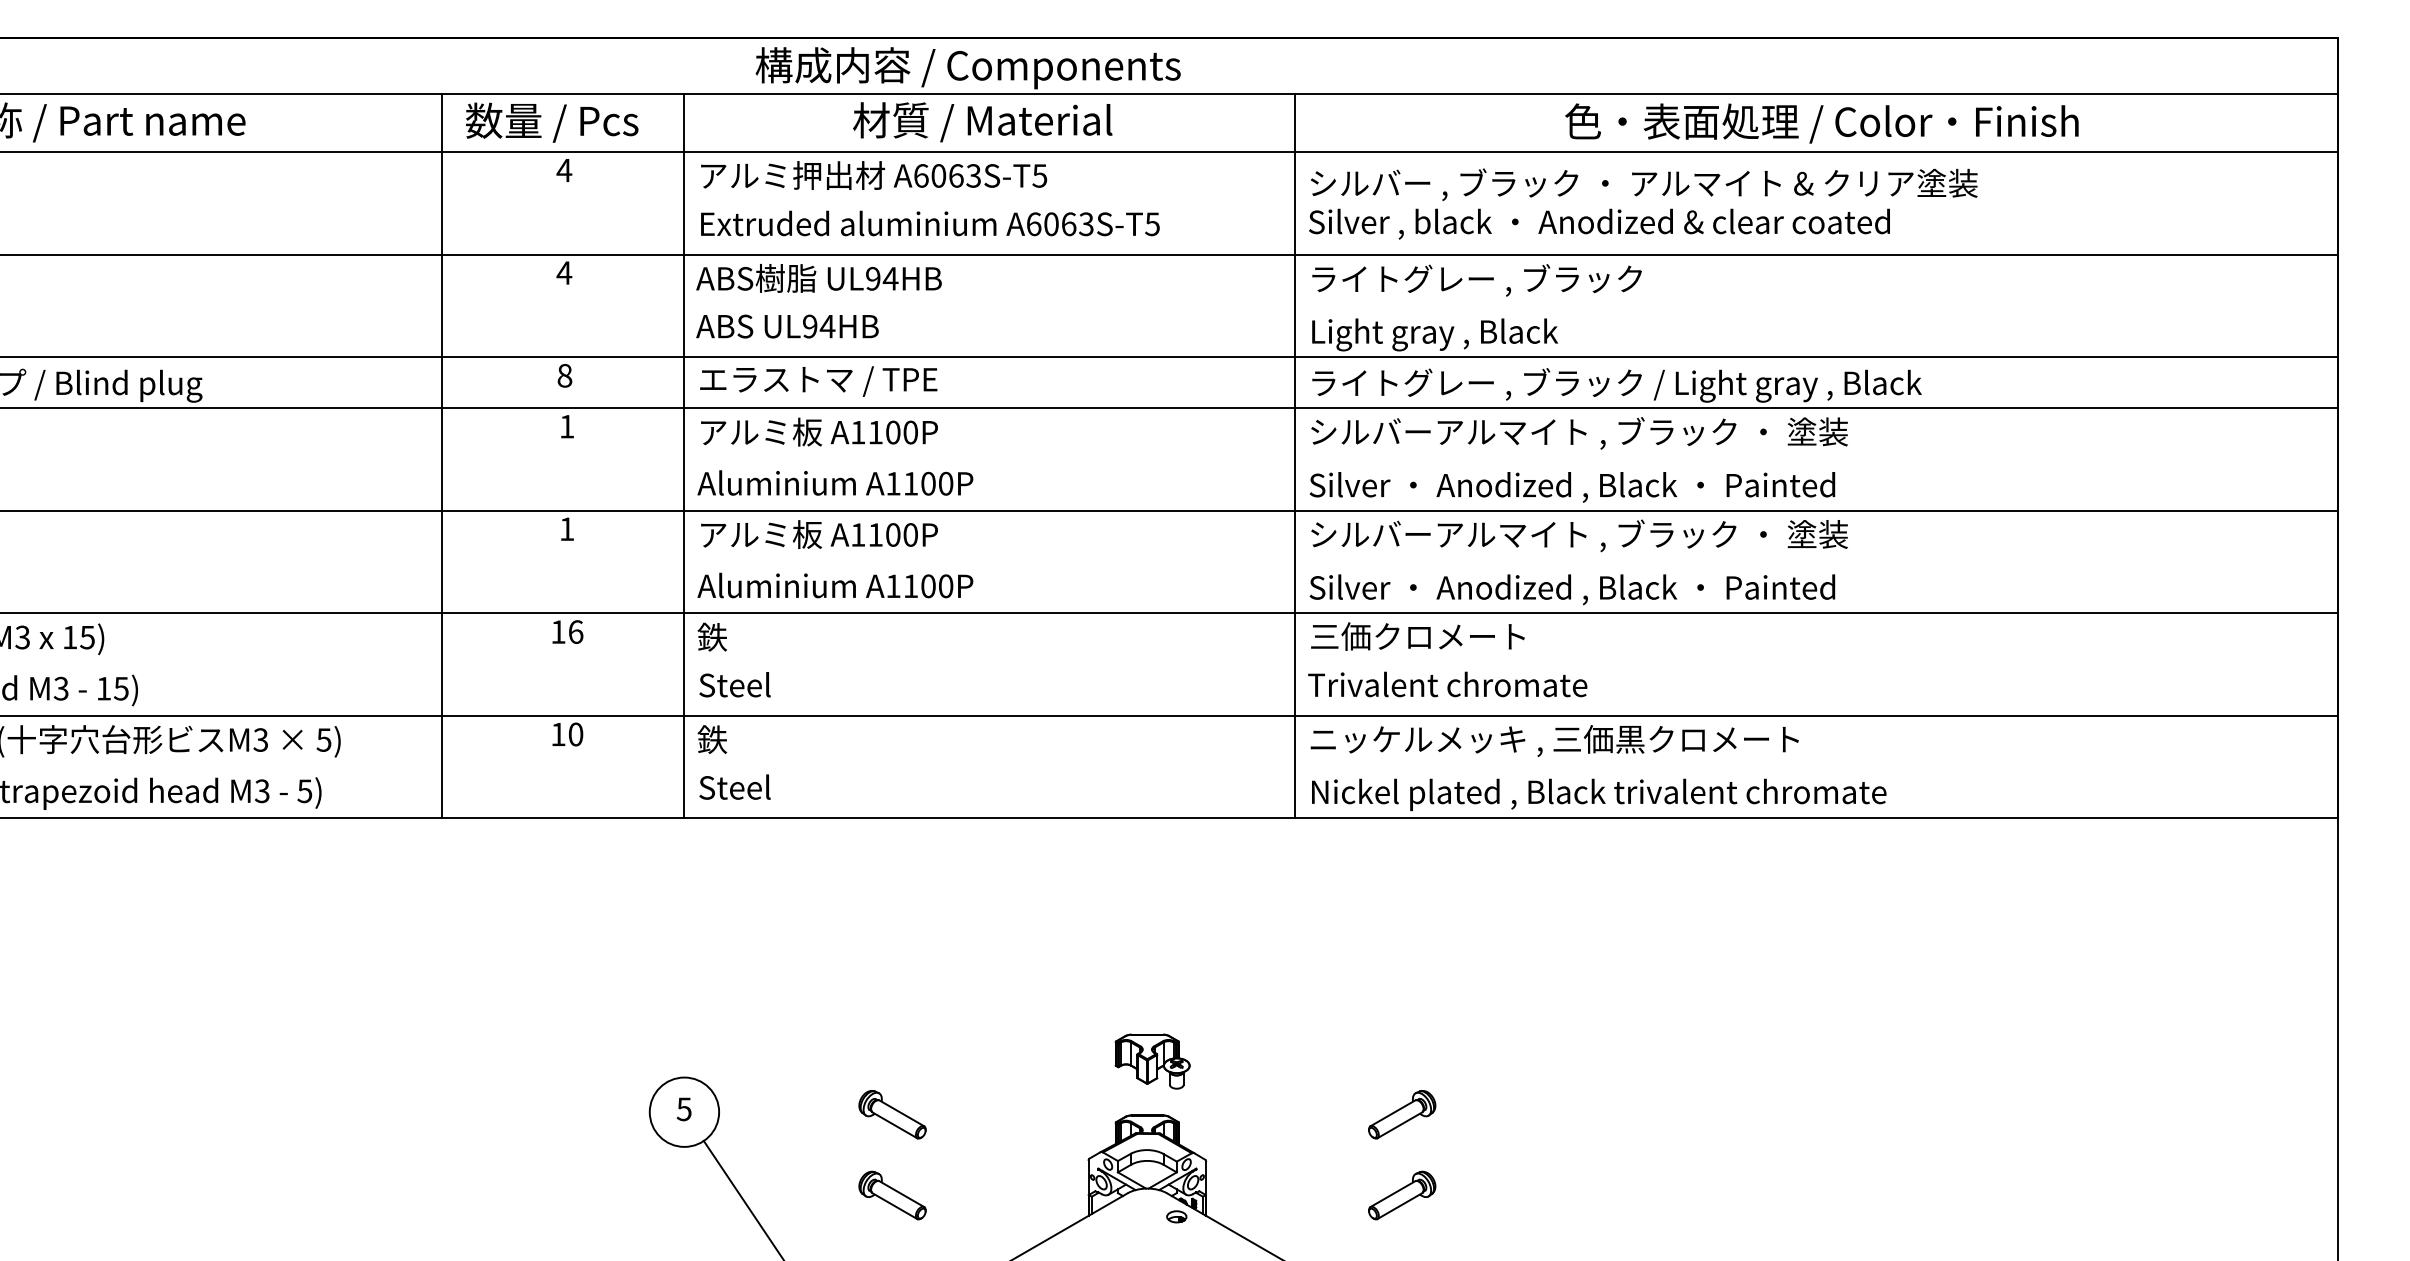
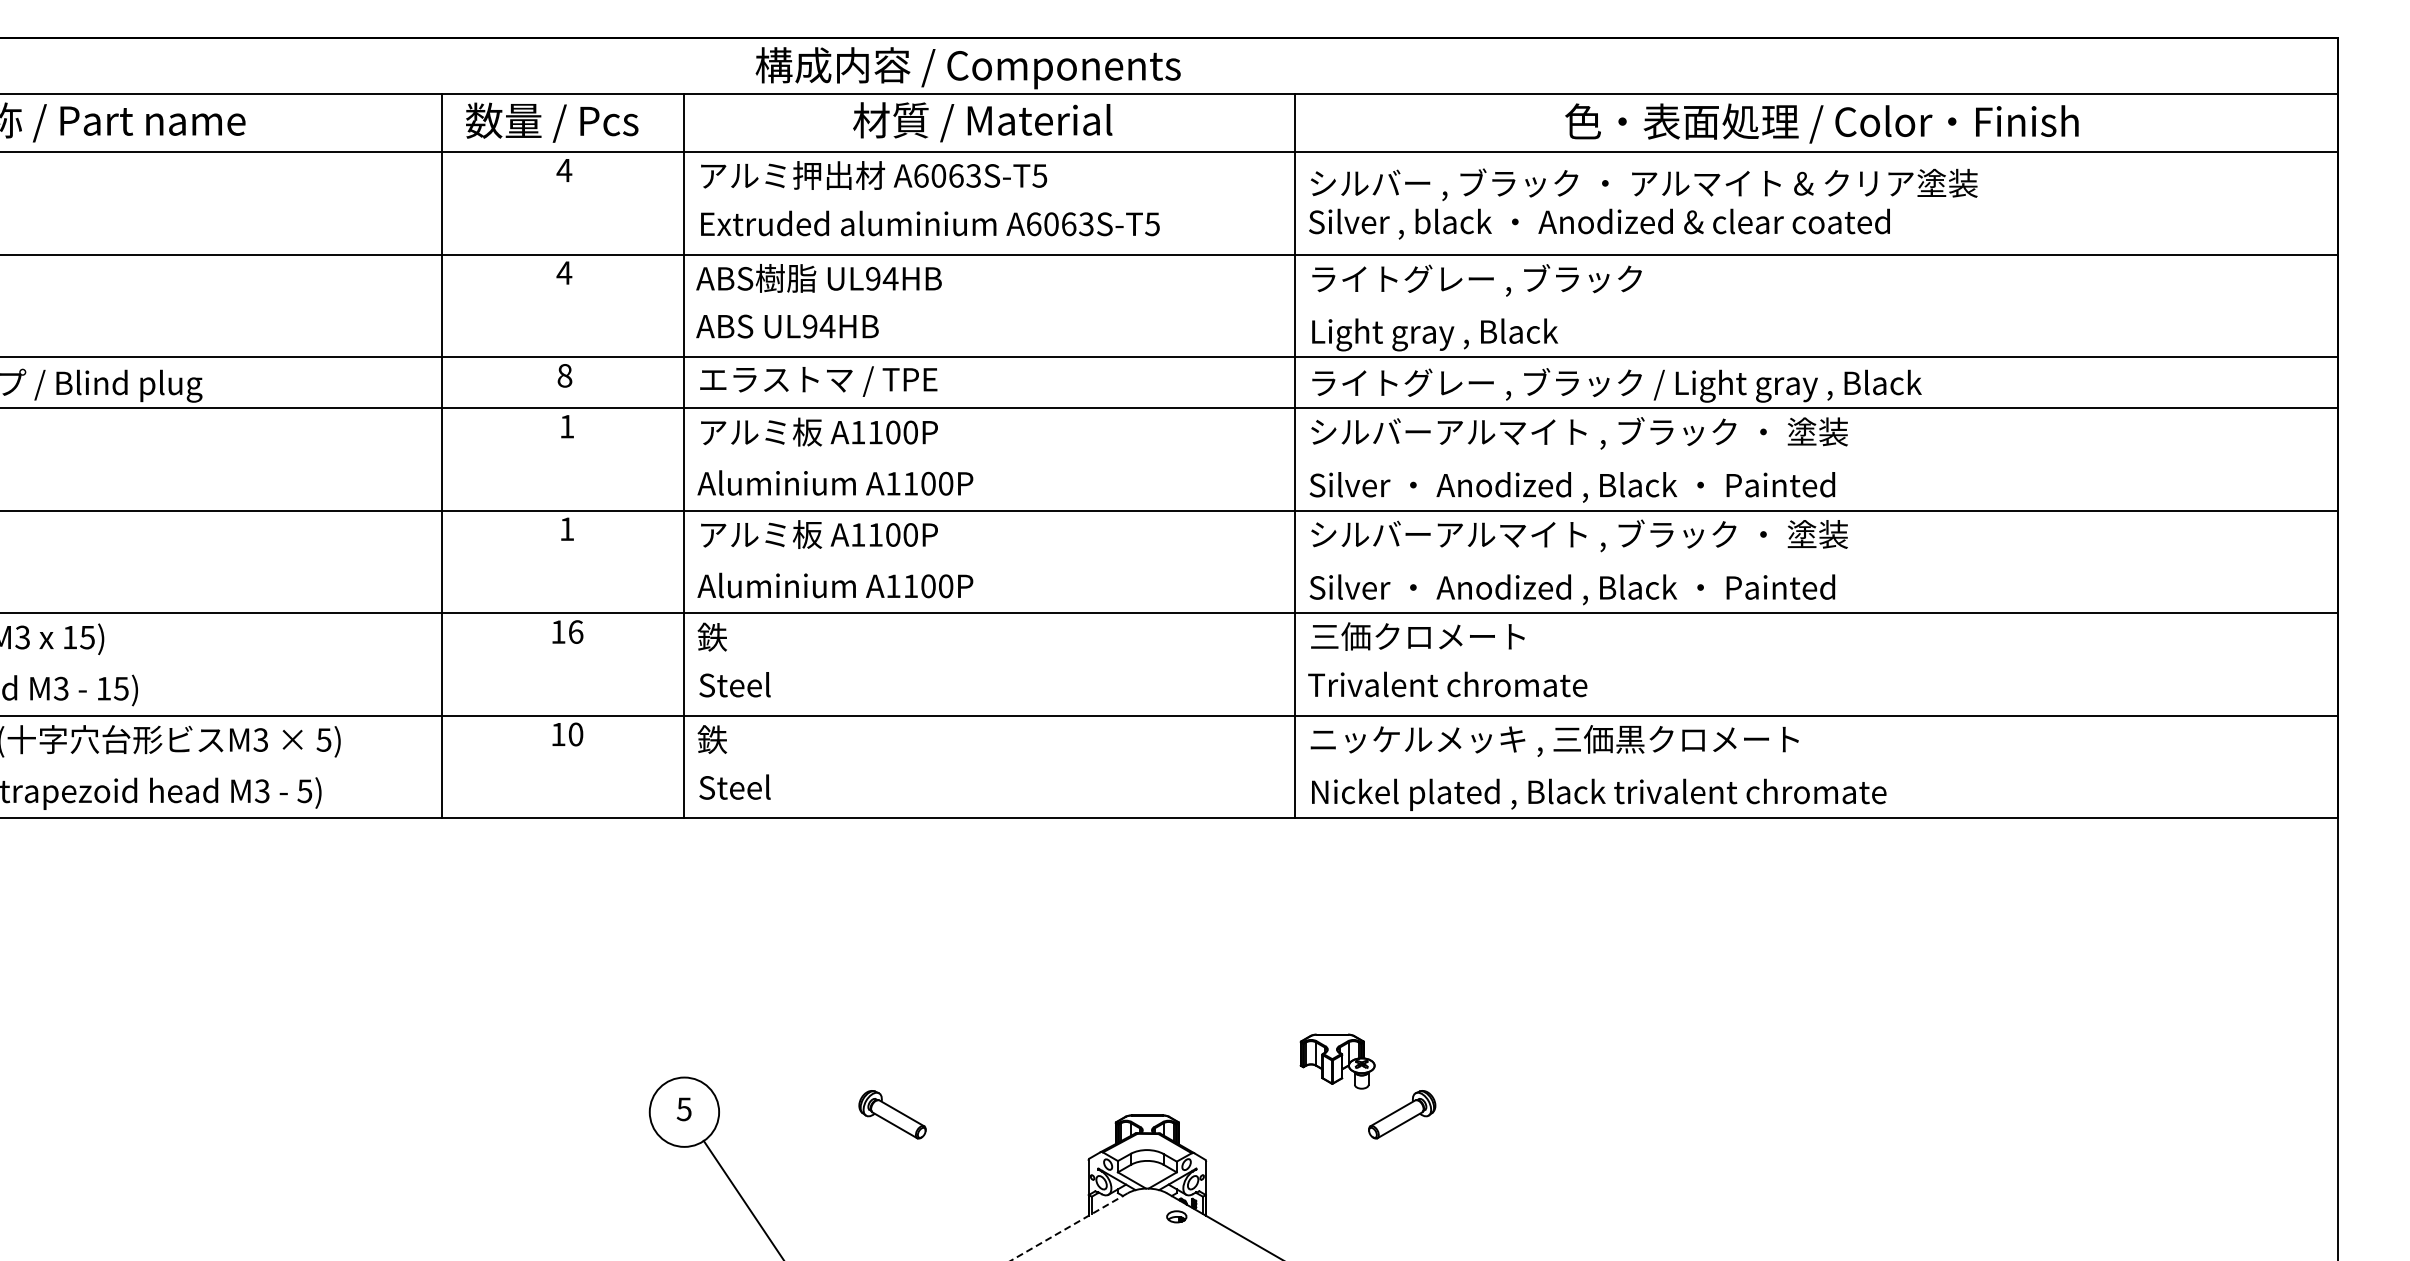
part at (1152, 1061) position: (1152, 1061) -> (1337, 1061)
part at (892, 1195): present -> none
part at (1402, 1195): present -> none
line at (1068, 1227): solid -> dashed
